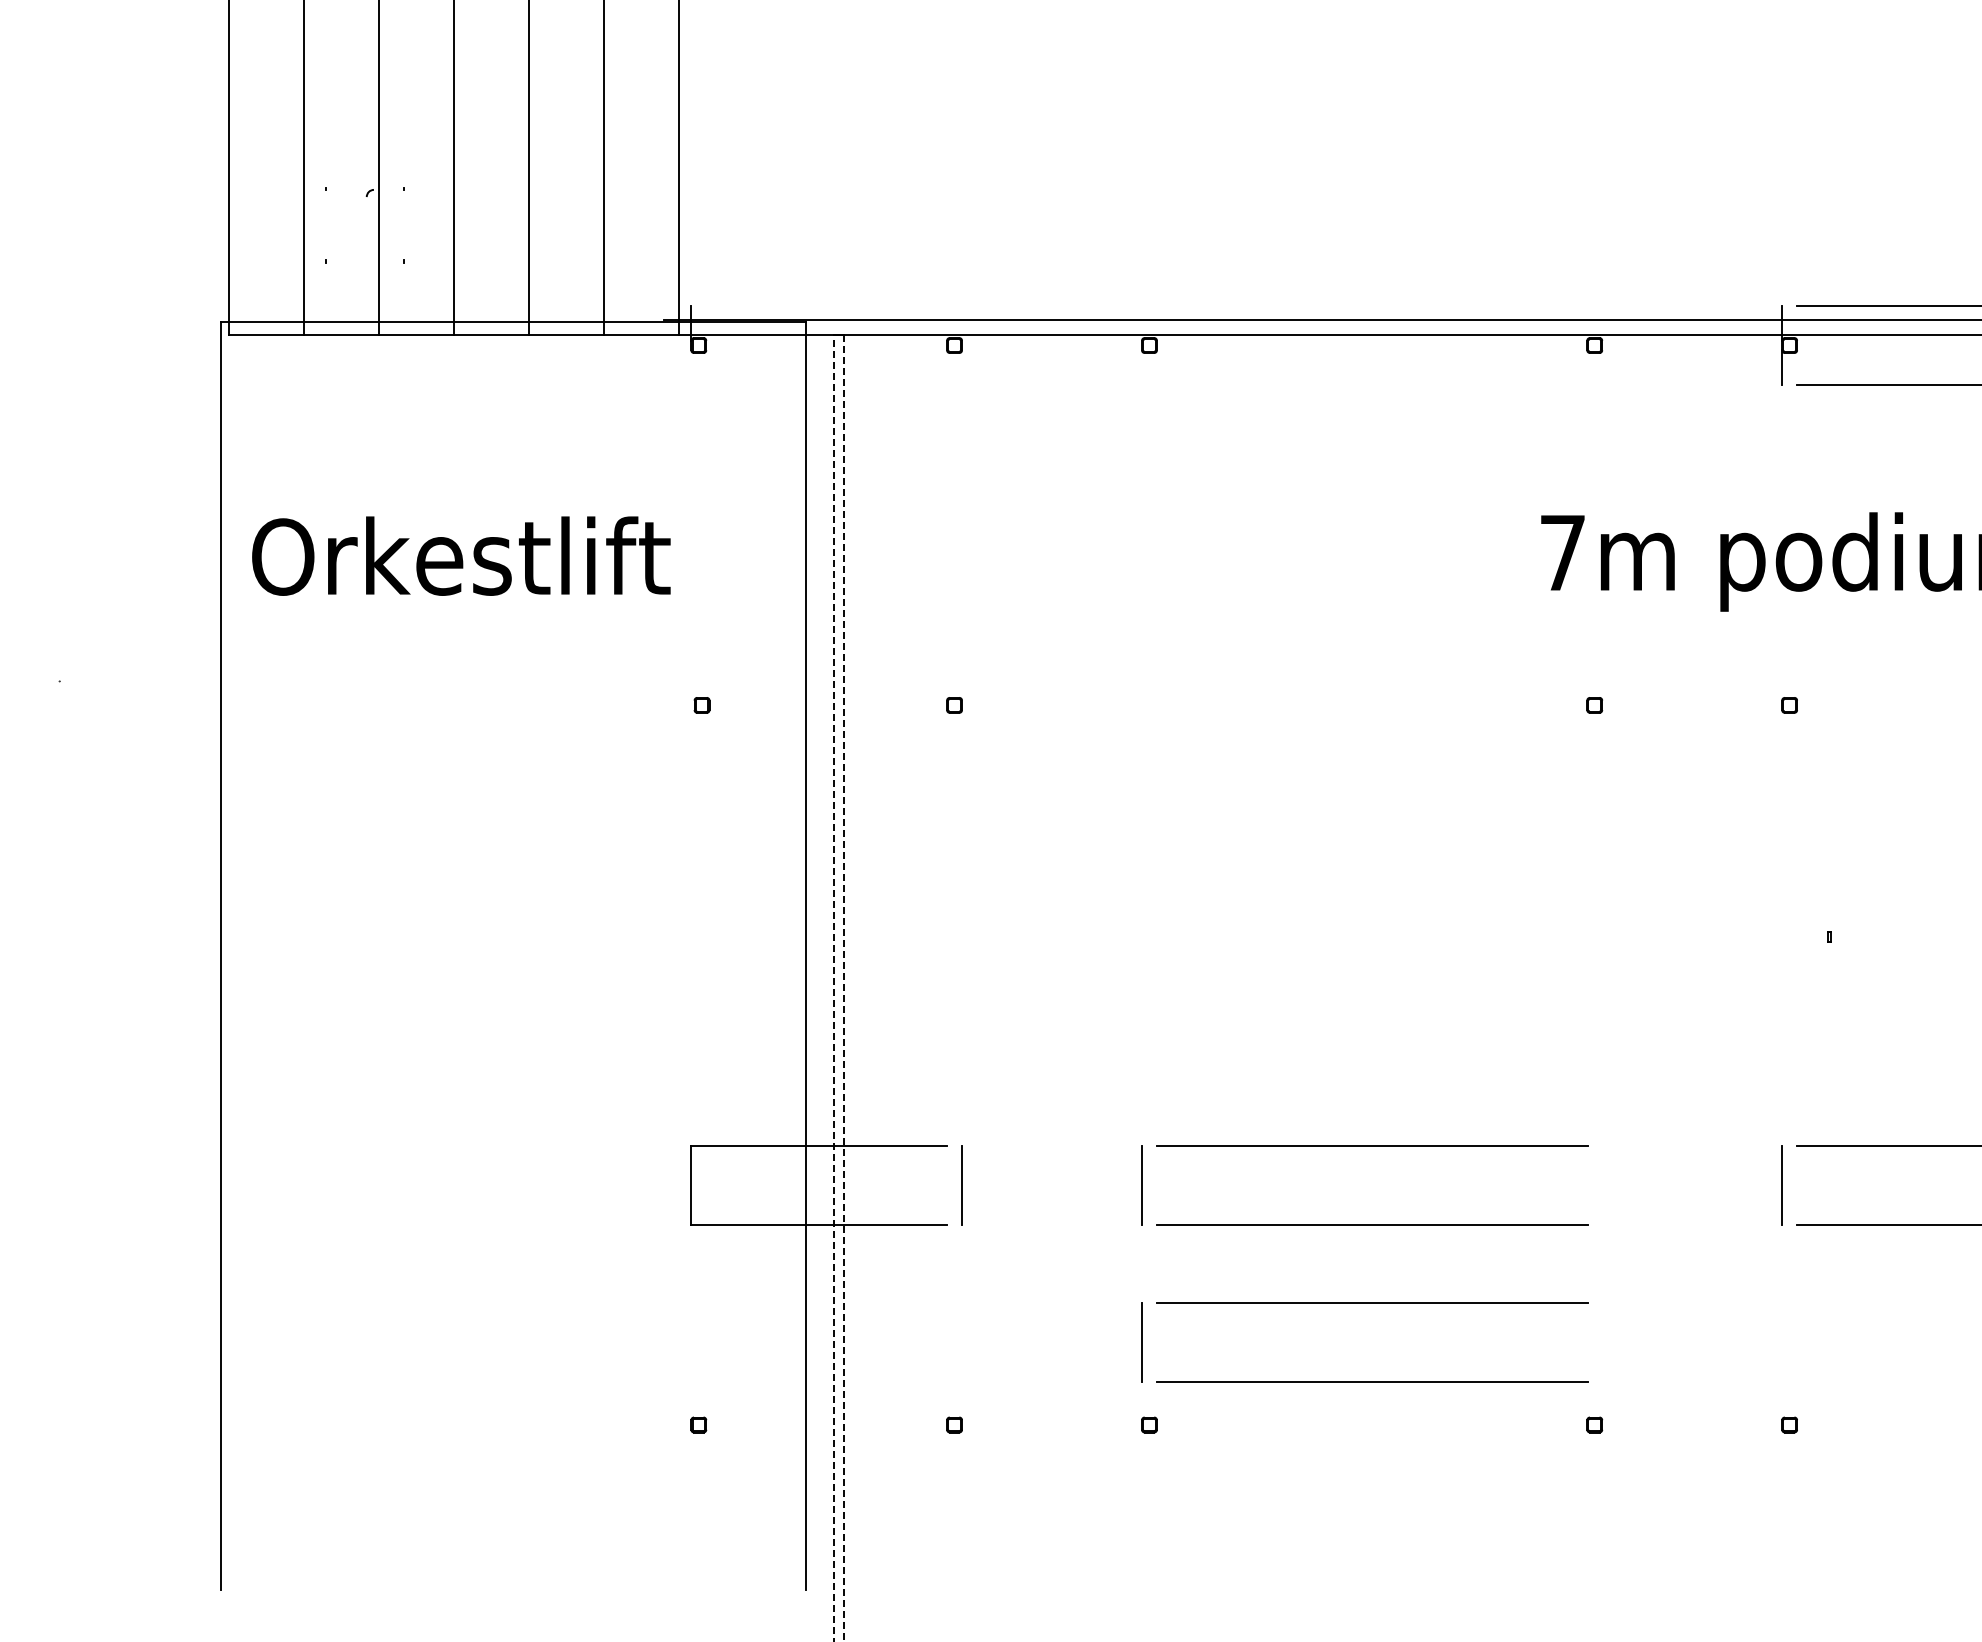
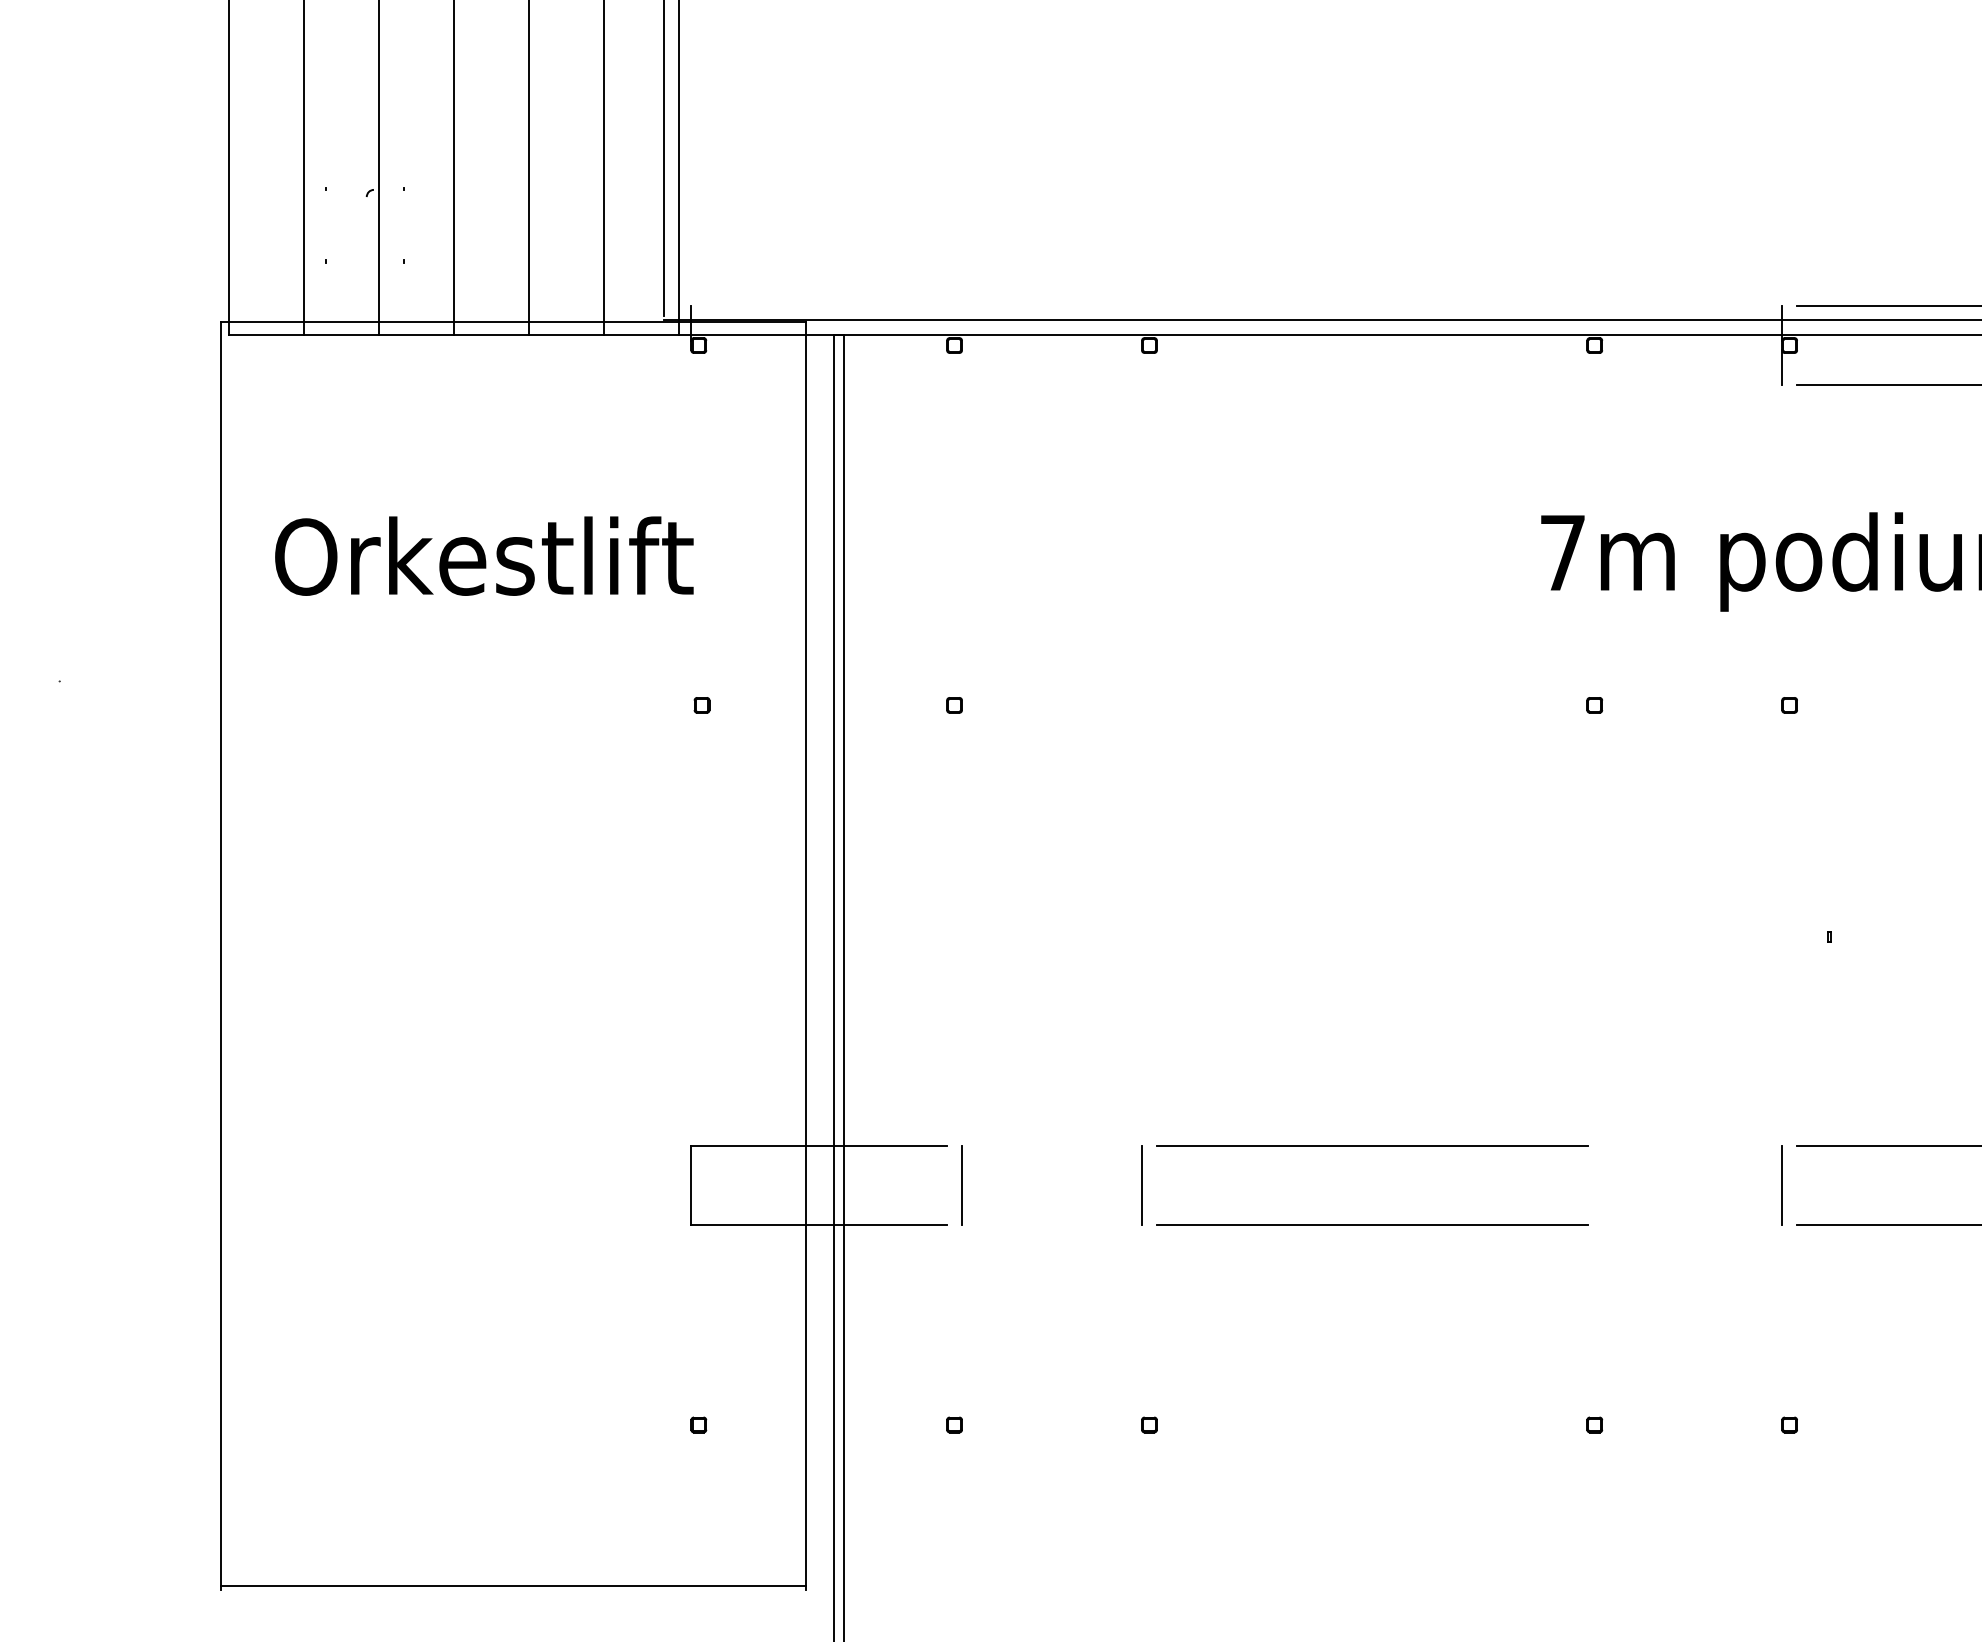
line at (663, 158): none -> present
text at (461, 555) position: (461, 555) -> (484, 555)
line at (834, 988): dashed -> solid
line at (843, 988): dashed -> solid
part at (1364, 1303): present -> none
line at (513, 1586): none -> present
